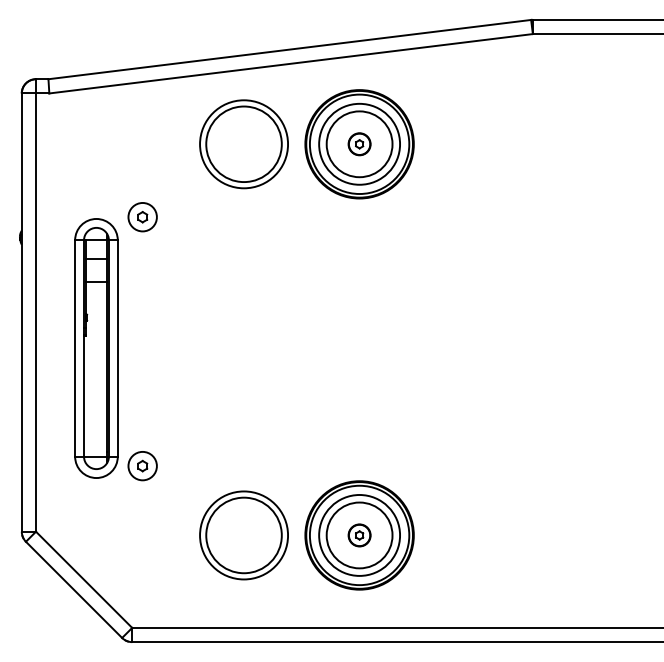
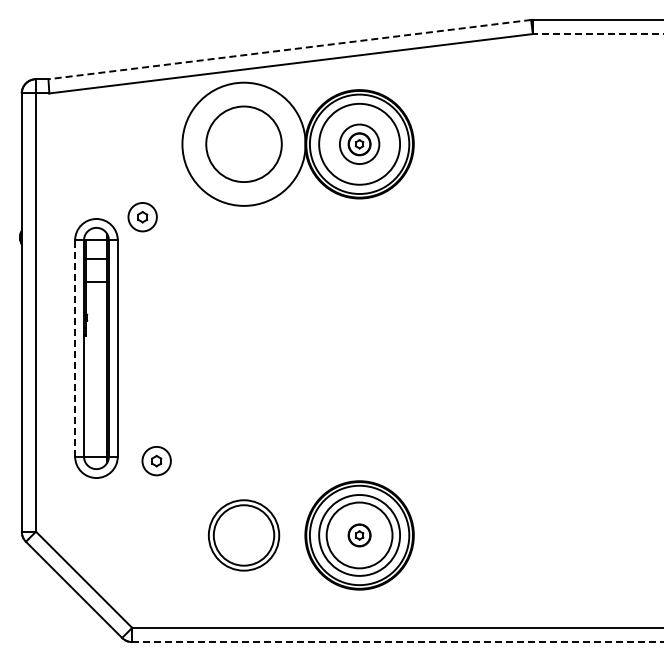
line at (597, 34): solid -> dashed
line at (289, 49): solid -> dashed
circle at (244, 144) diameter: 88 px -> 123 px
circle at (359, 144) diameter: 66 px -> 39 px
line at (75, 348): solid -> dashed
part at (142, 466) position: (142, 466) -> (156, 461)
part at (243, 535) size: 90x91 px -> 73x73 px
line at (398, 642): solid -> dashed
